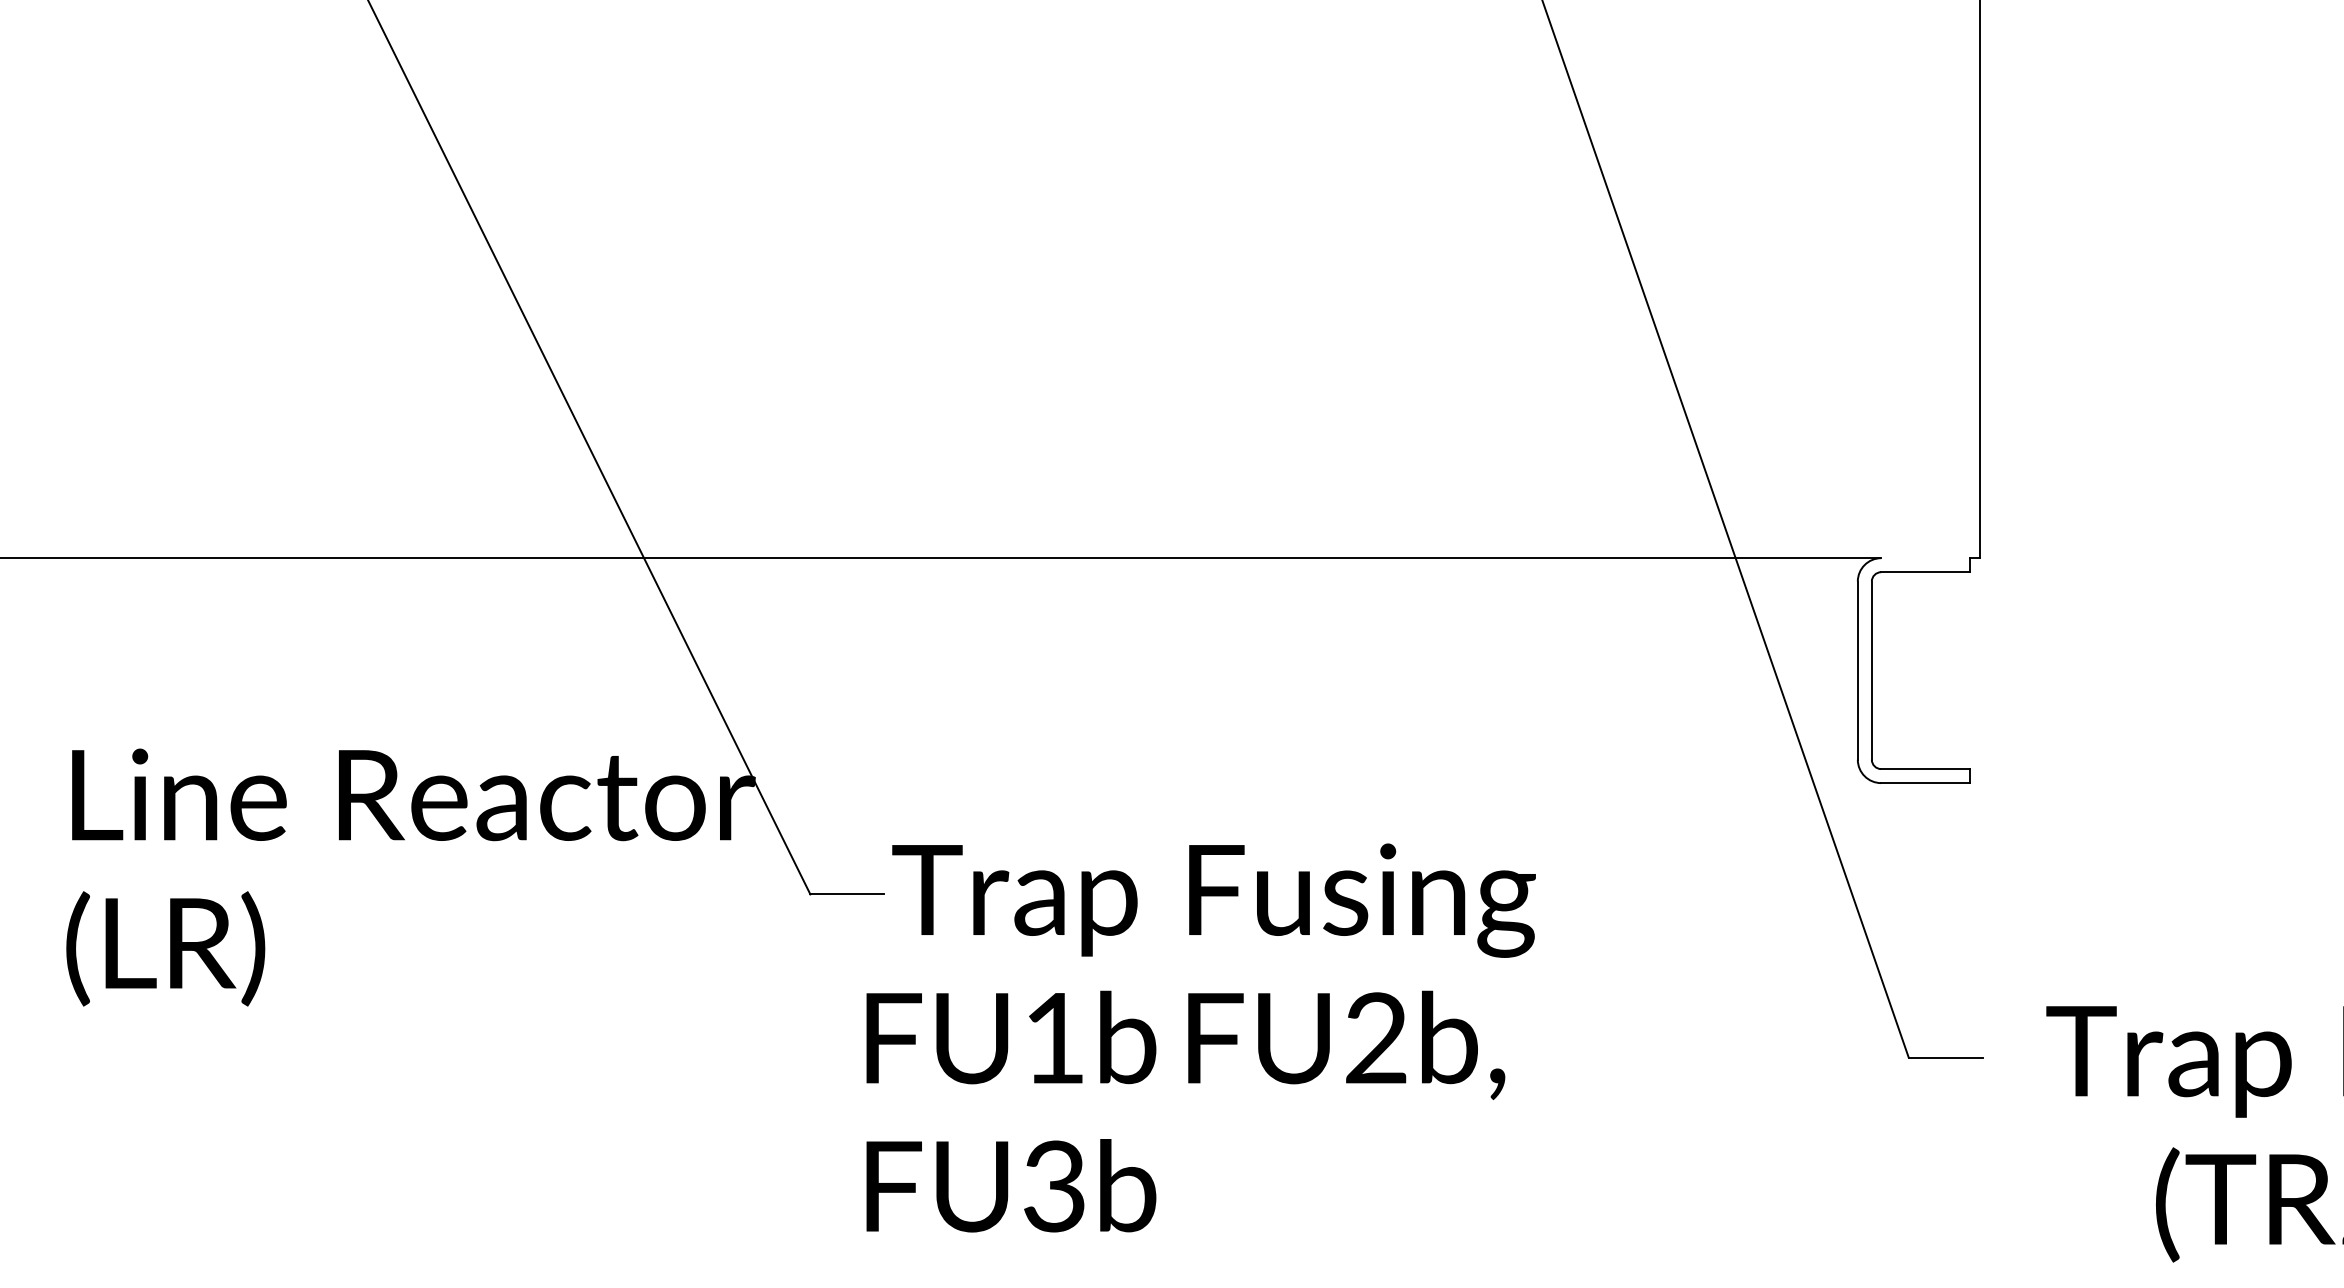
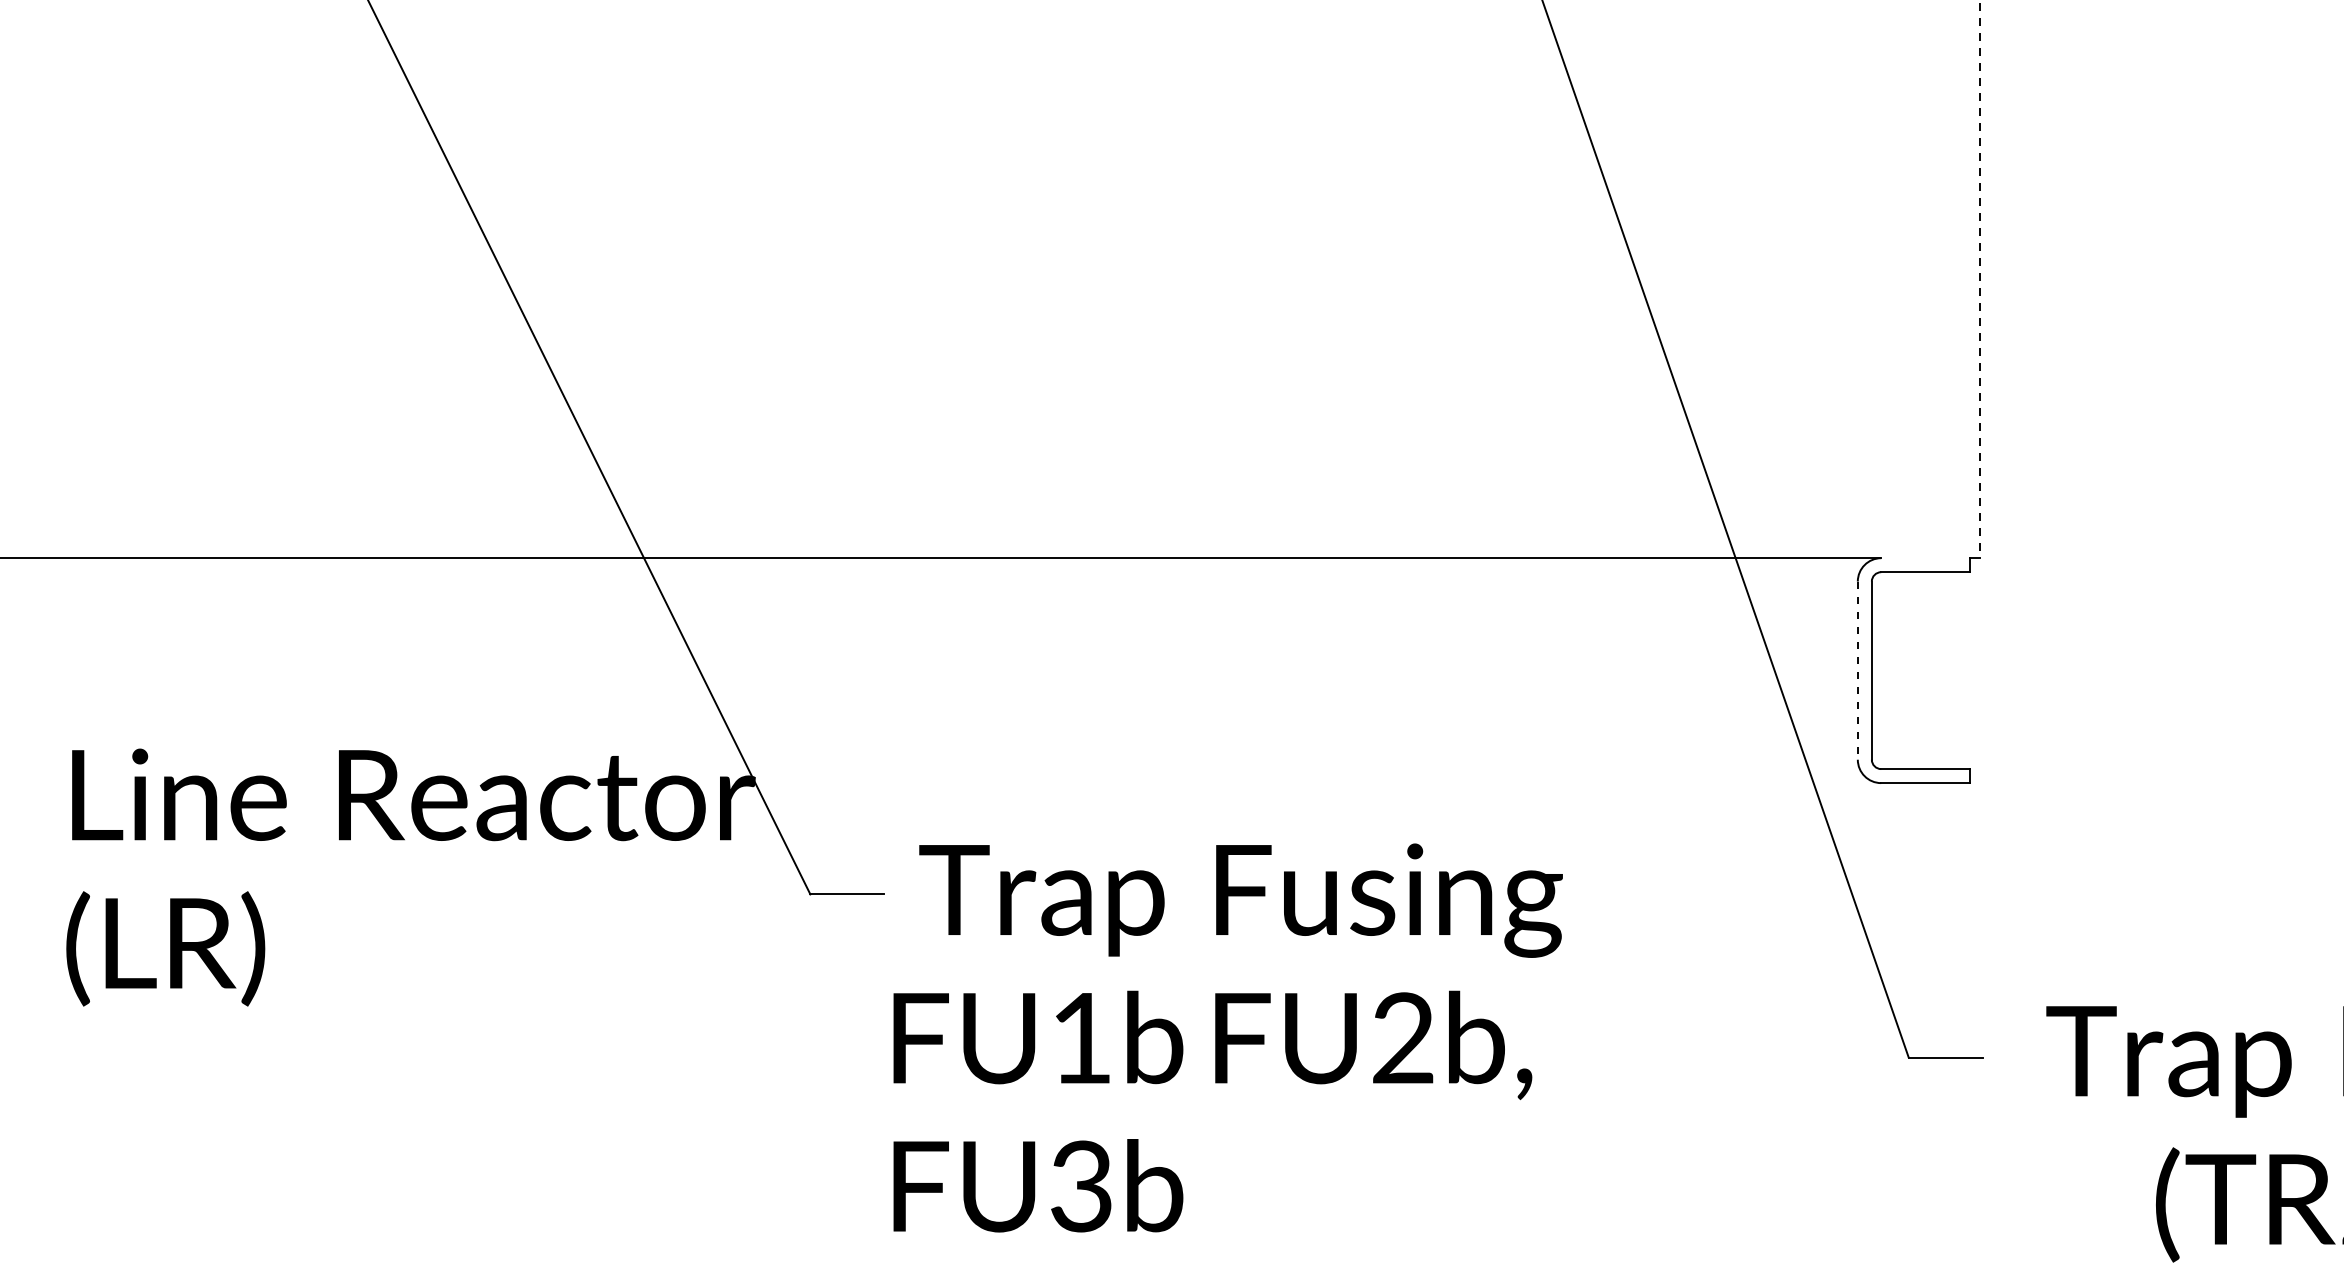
line at (1979, 279): solid -> dashed
line at (1857, 671): solid -> dashed
text at (1200, 1037) position: (1200, 1037) -> (1227, 1037)
